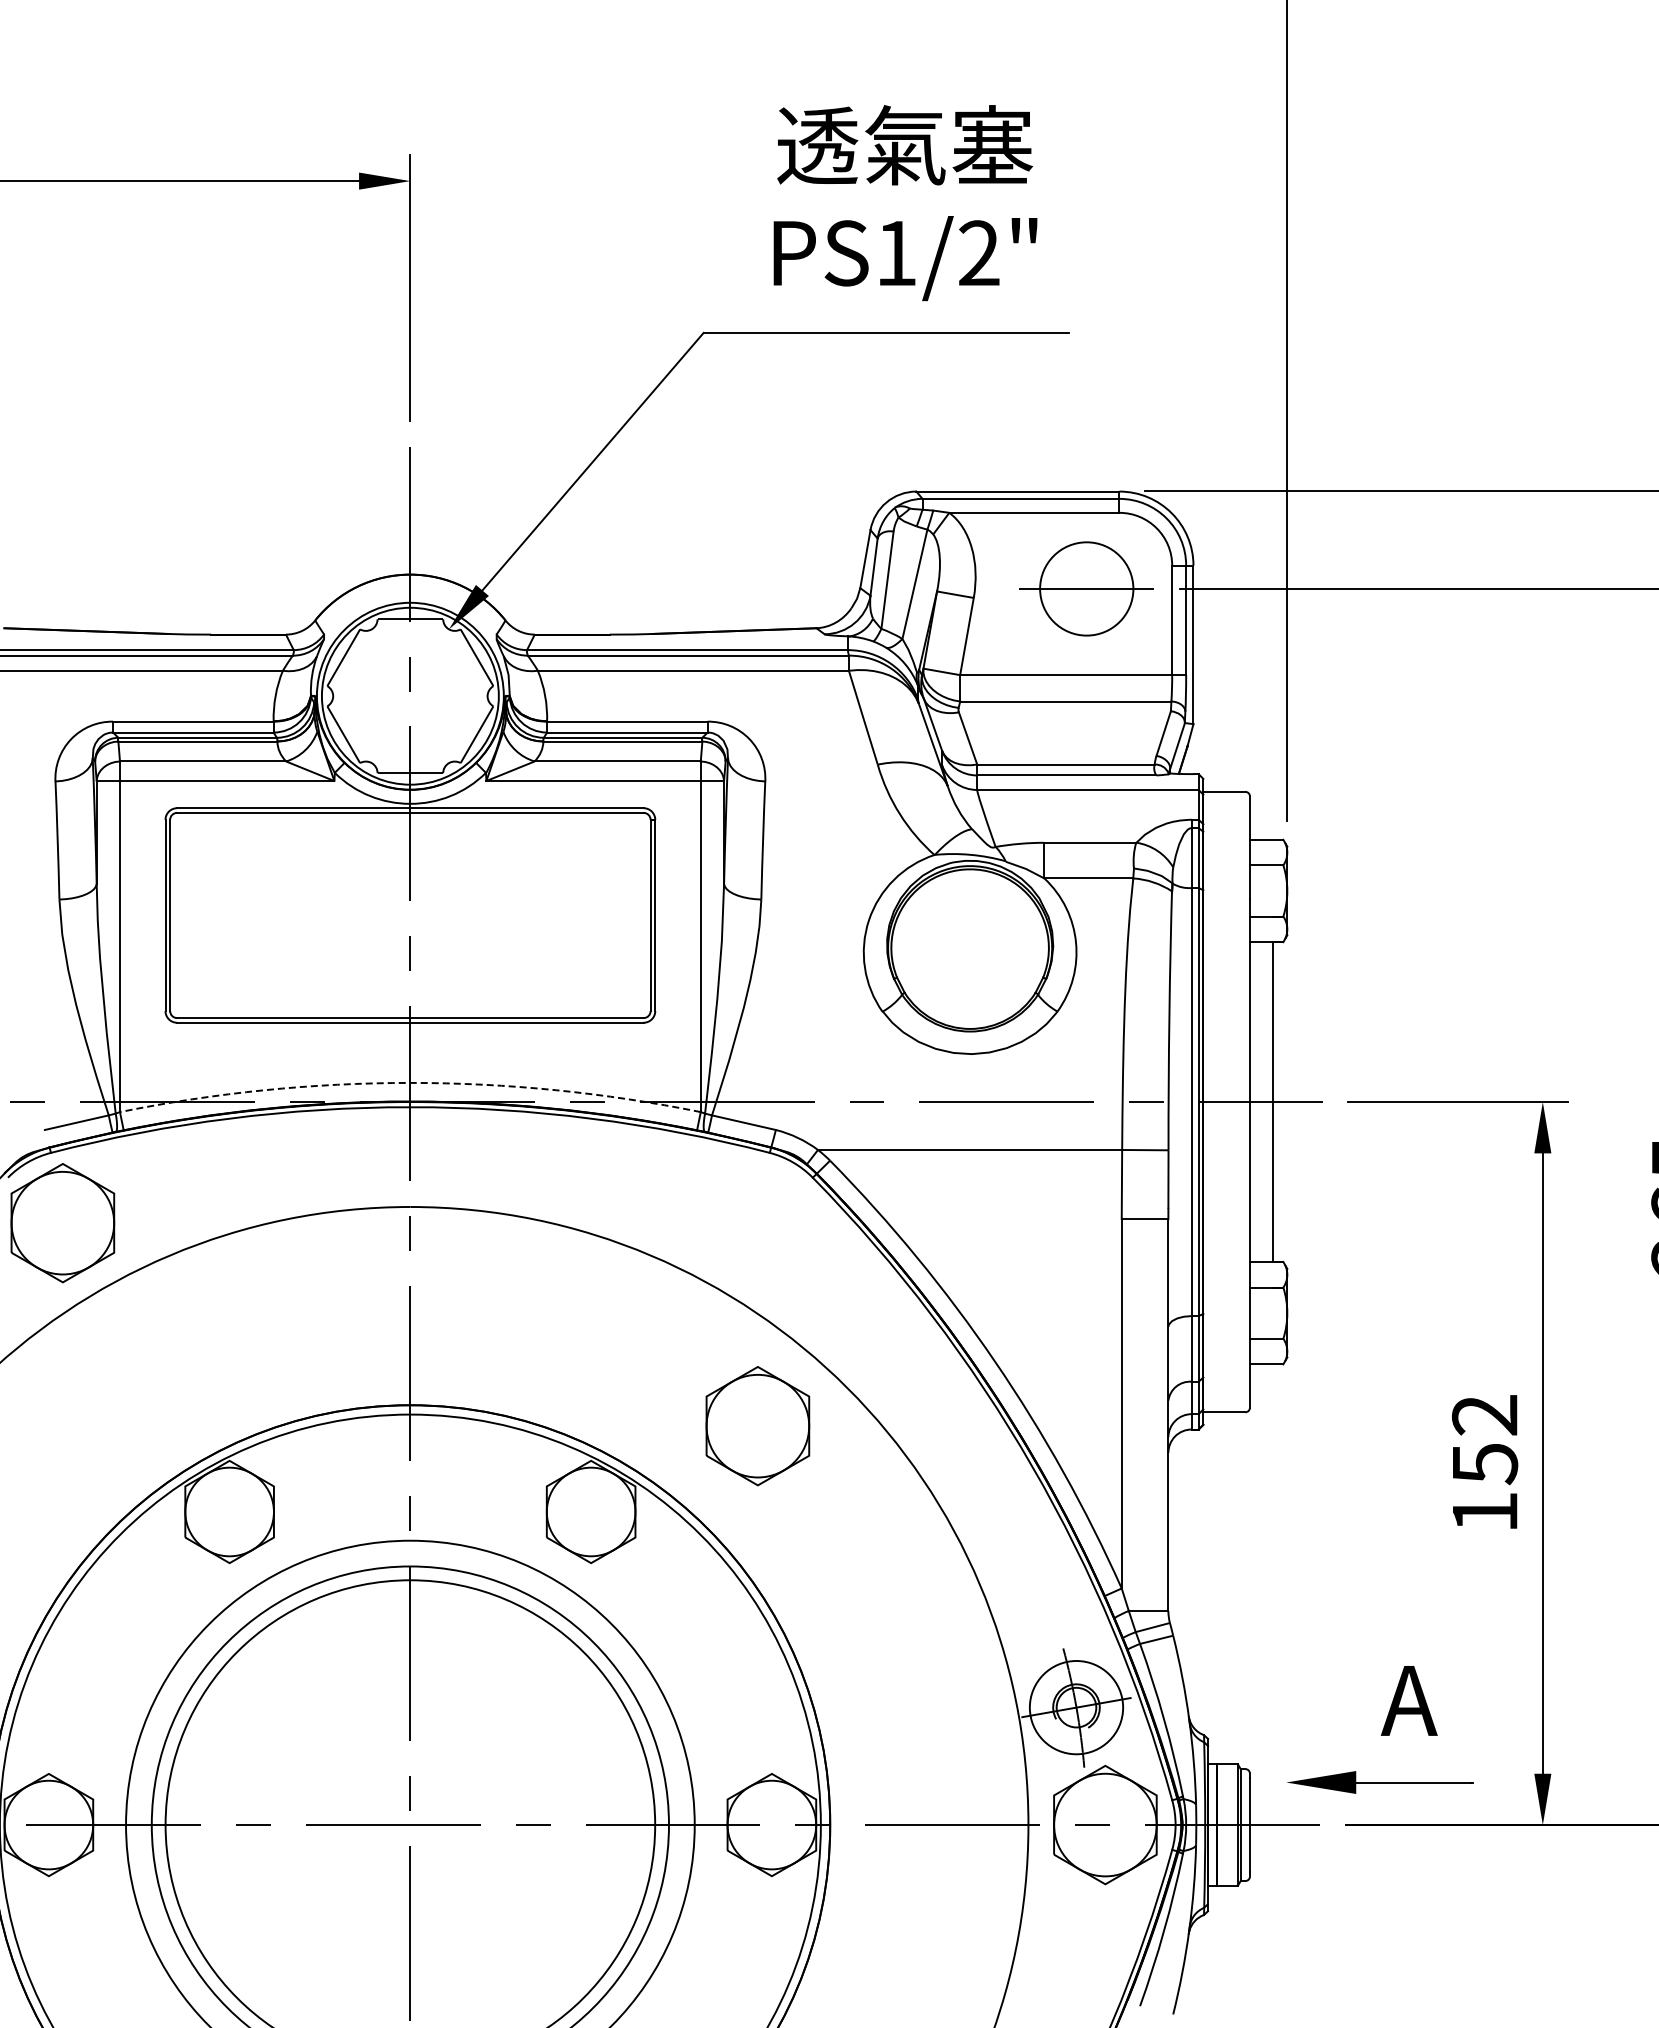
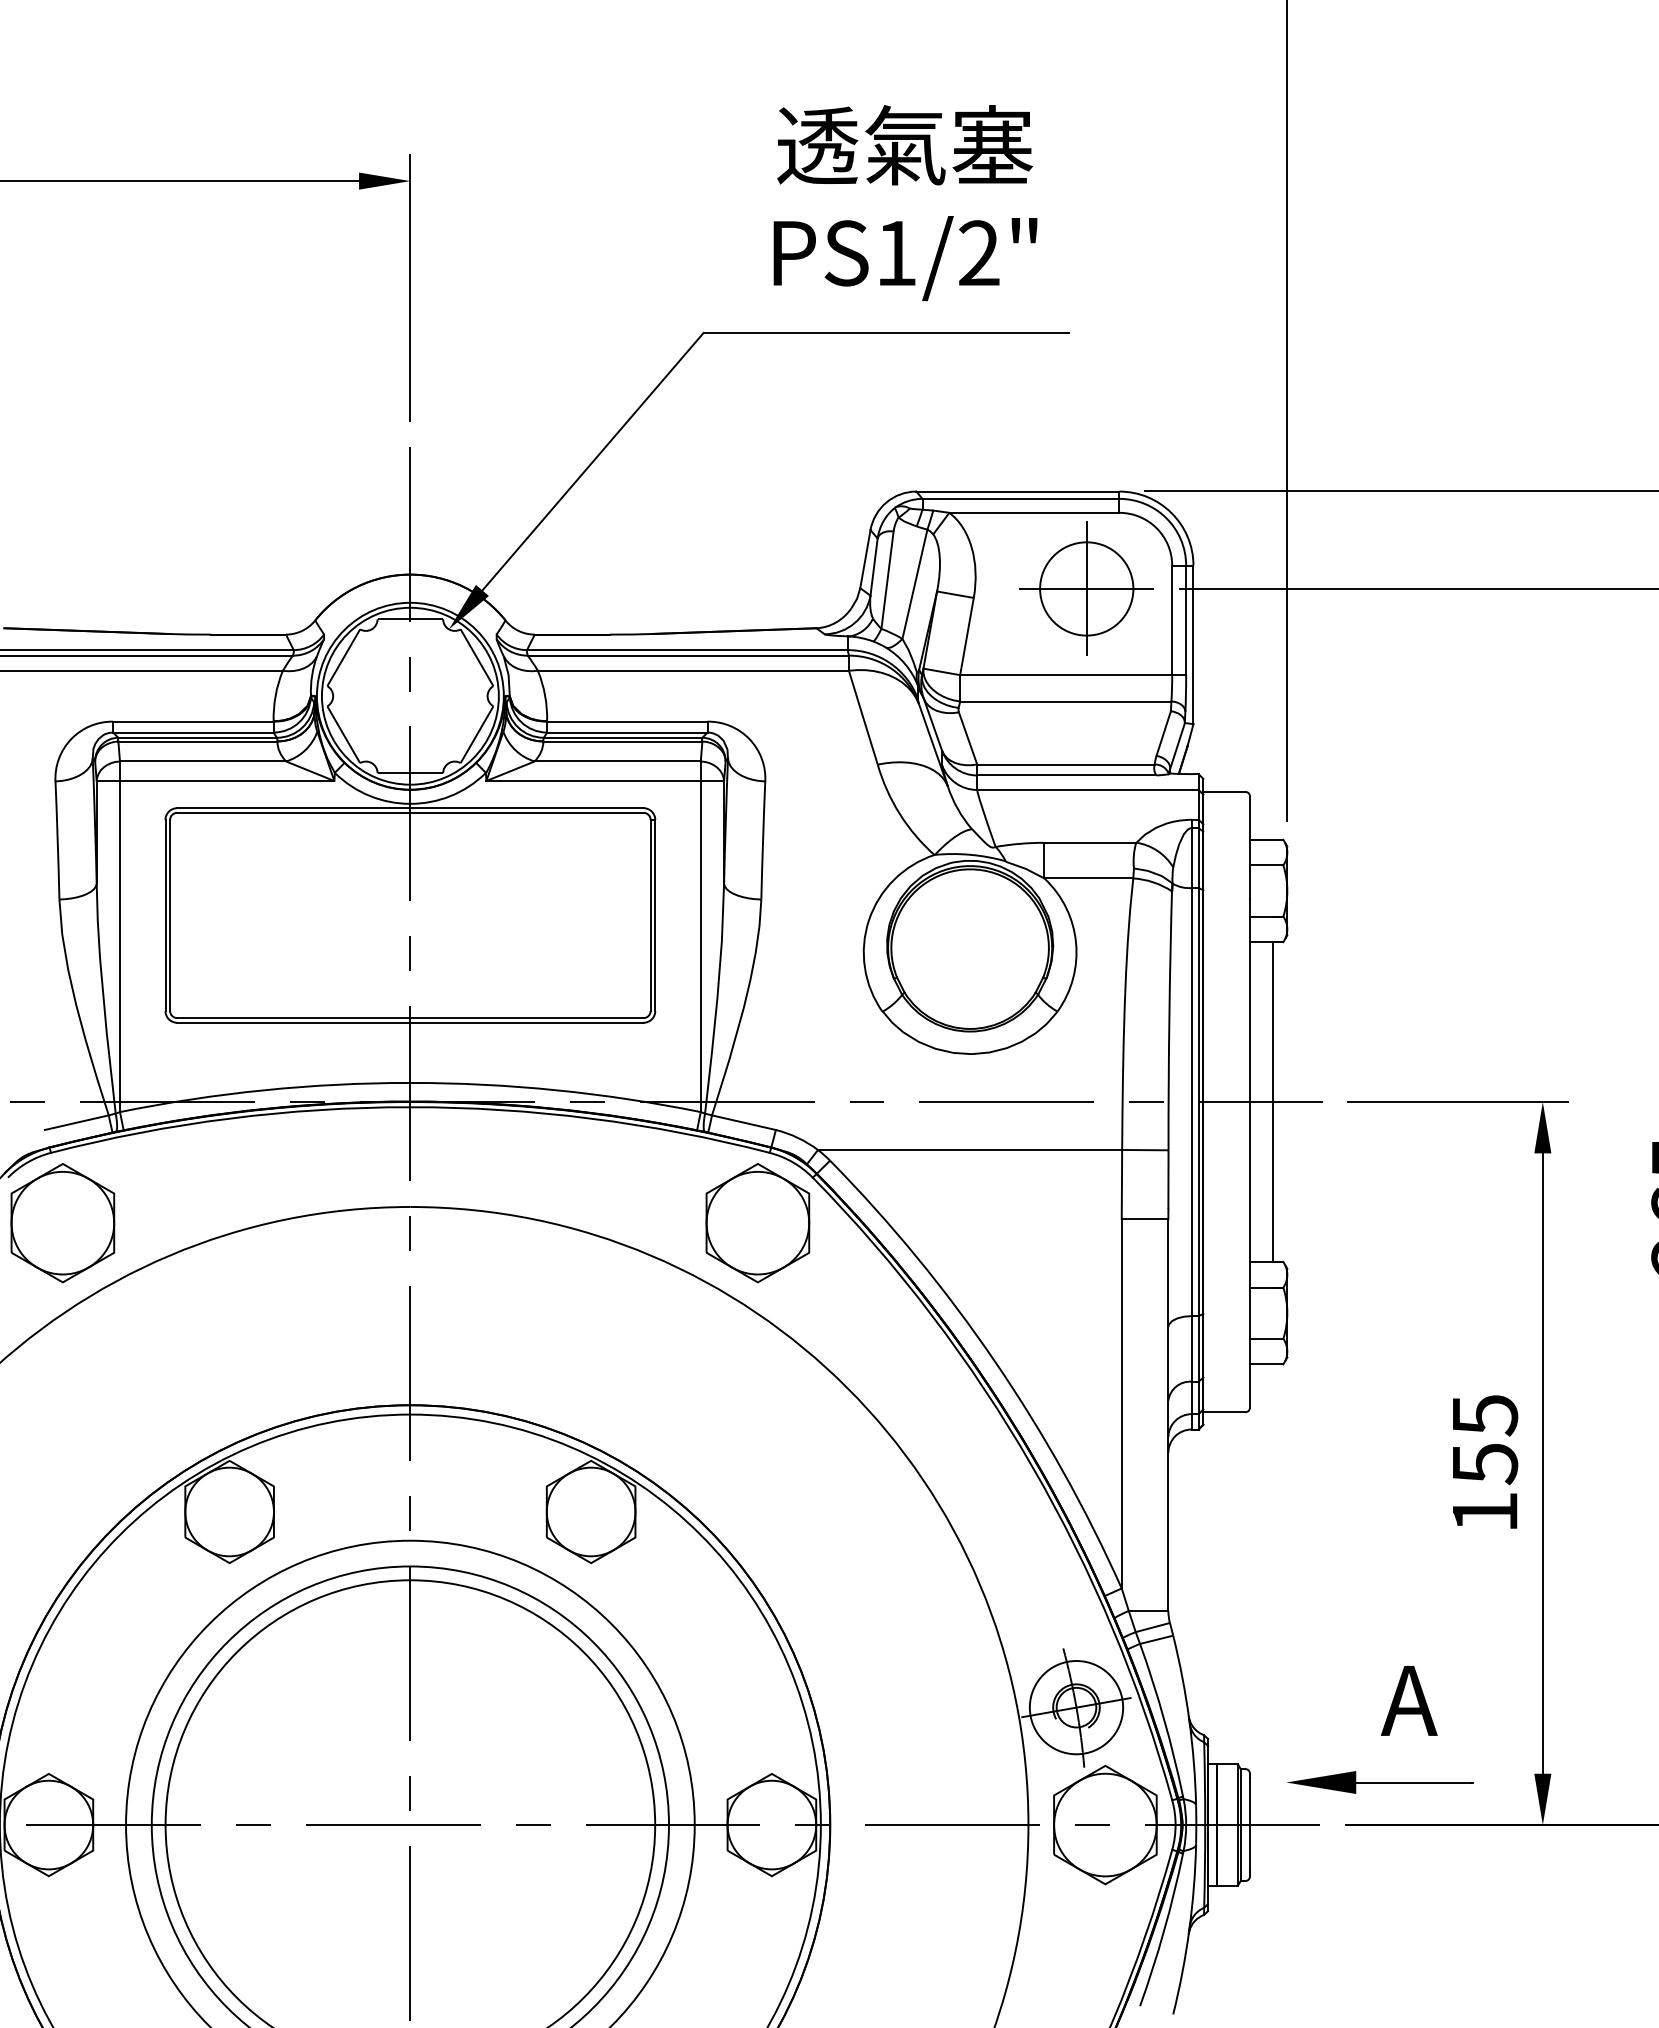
line at (1086, 588): none -> present
arc at (410, 1082): dashed -> solid
text at (1484, 1415): 152 -> 155
part at (757, 1426) position: (757, 1426) -> (757, 1223)
